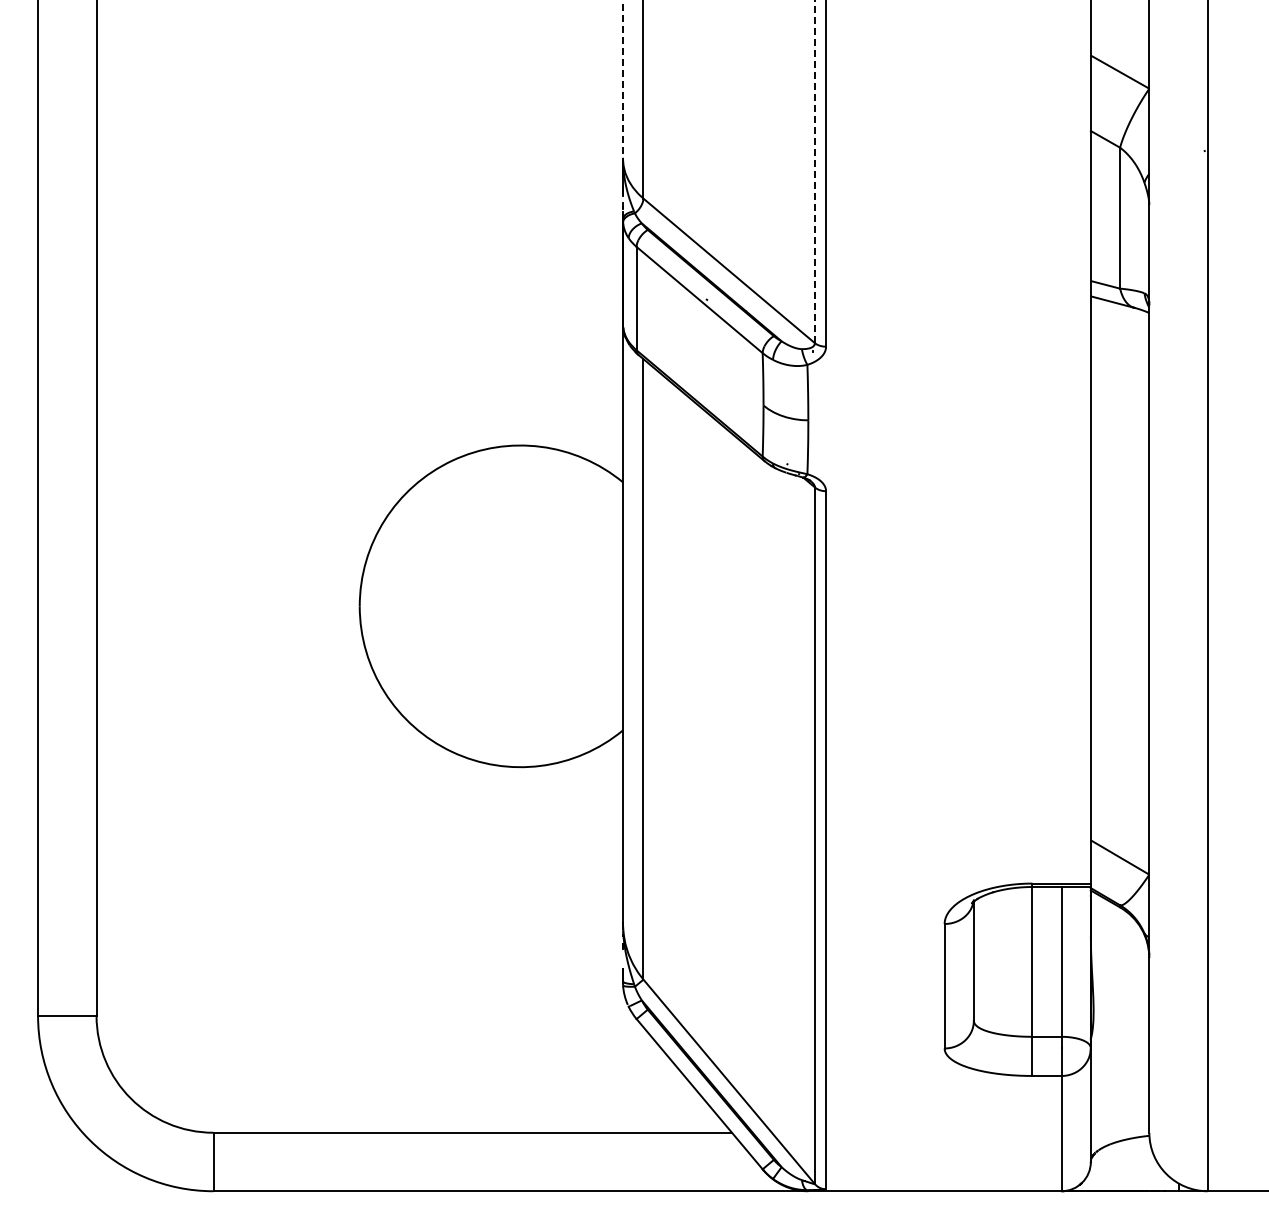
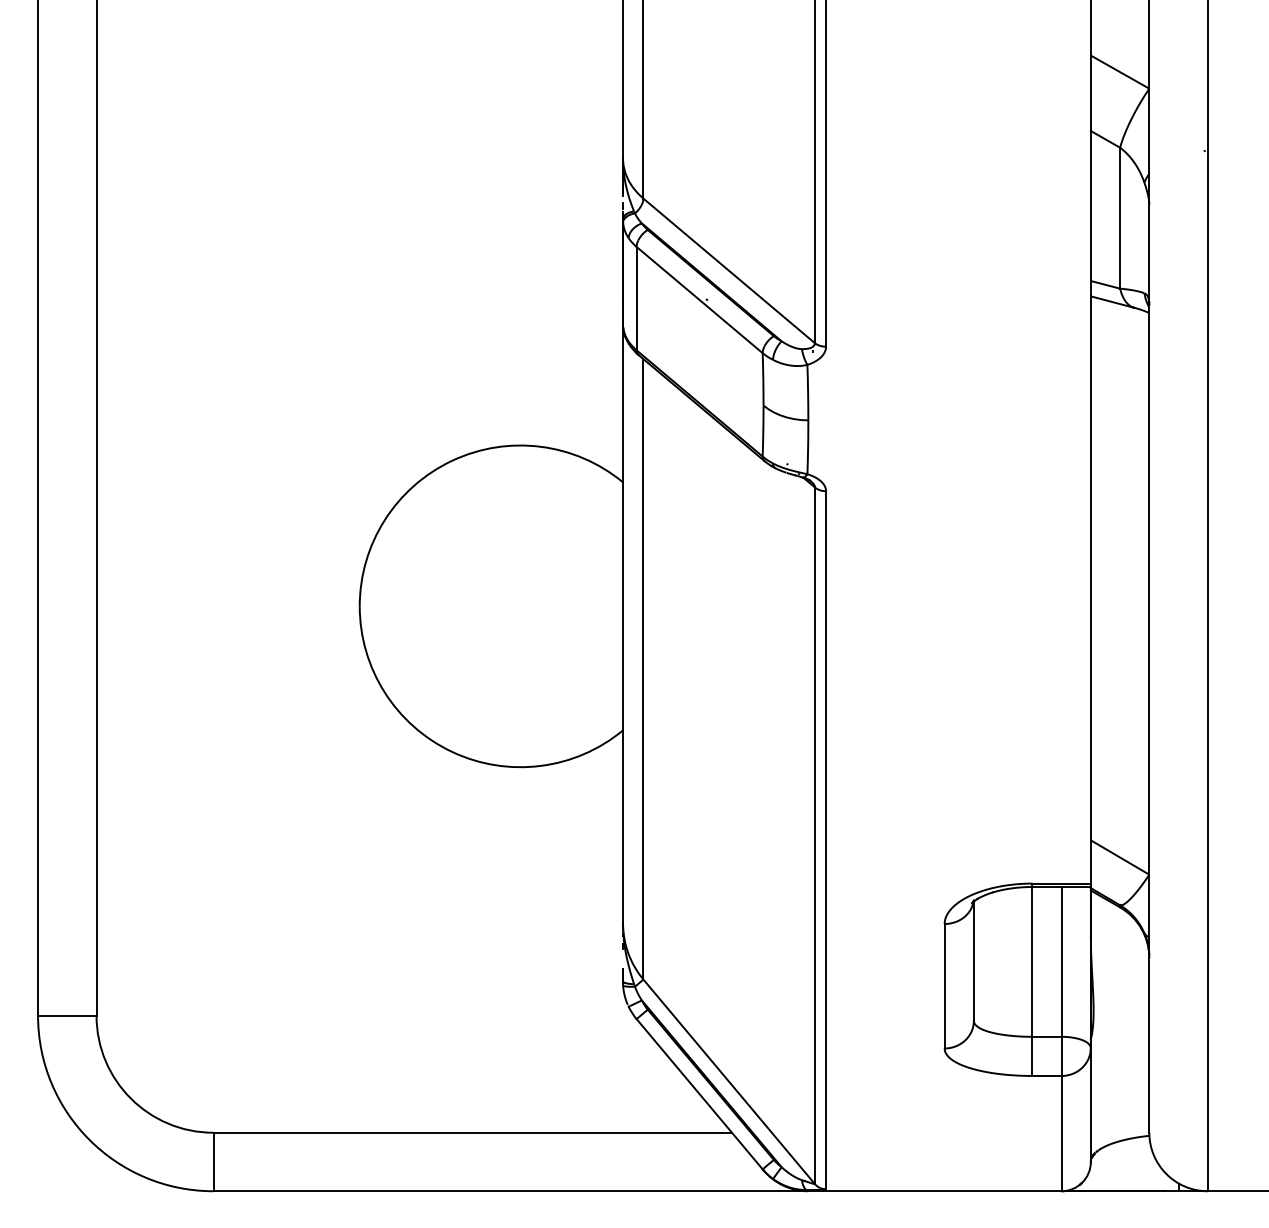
line at (622, 79): dashed -> solid
line at (814, 171): dashed -> solid
